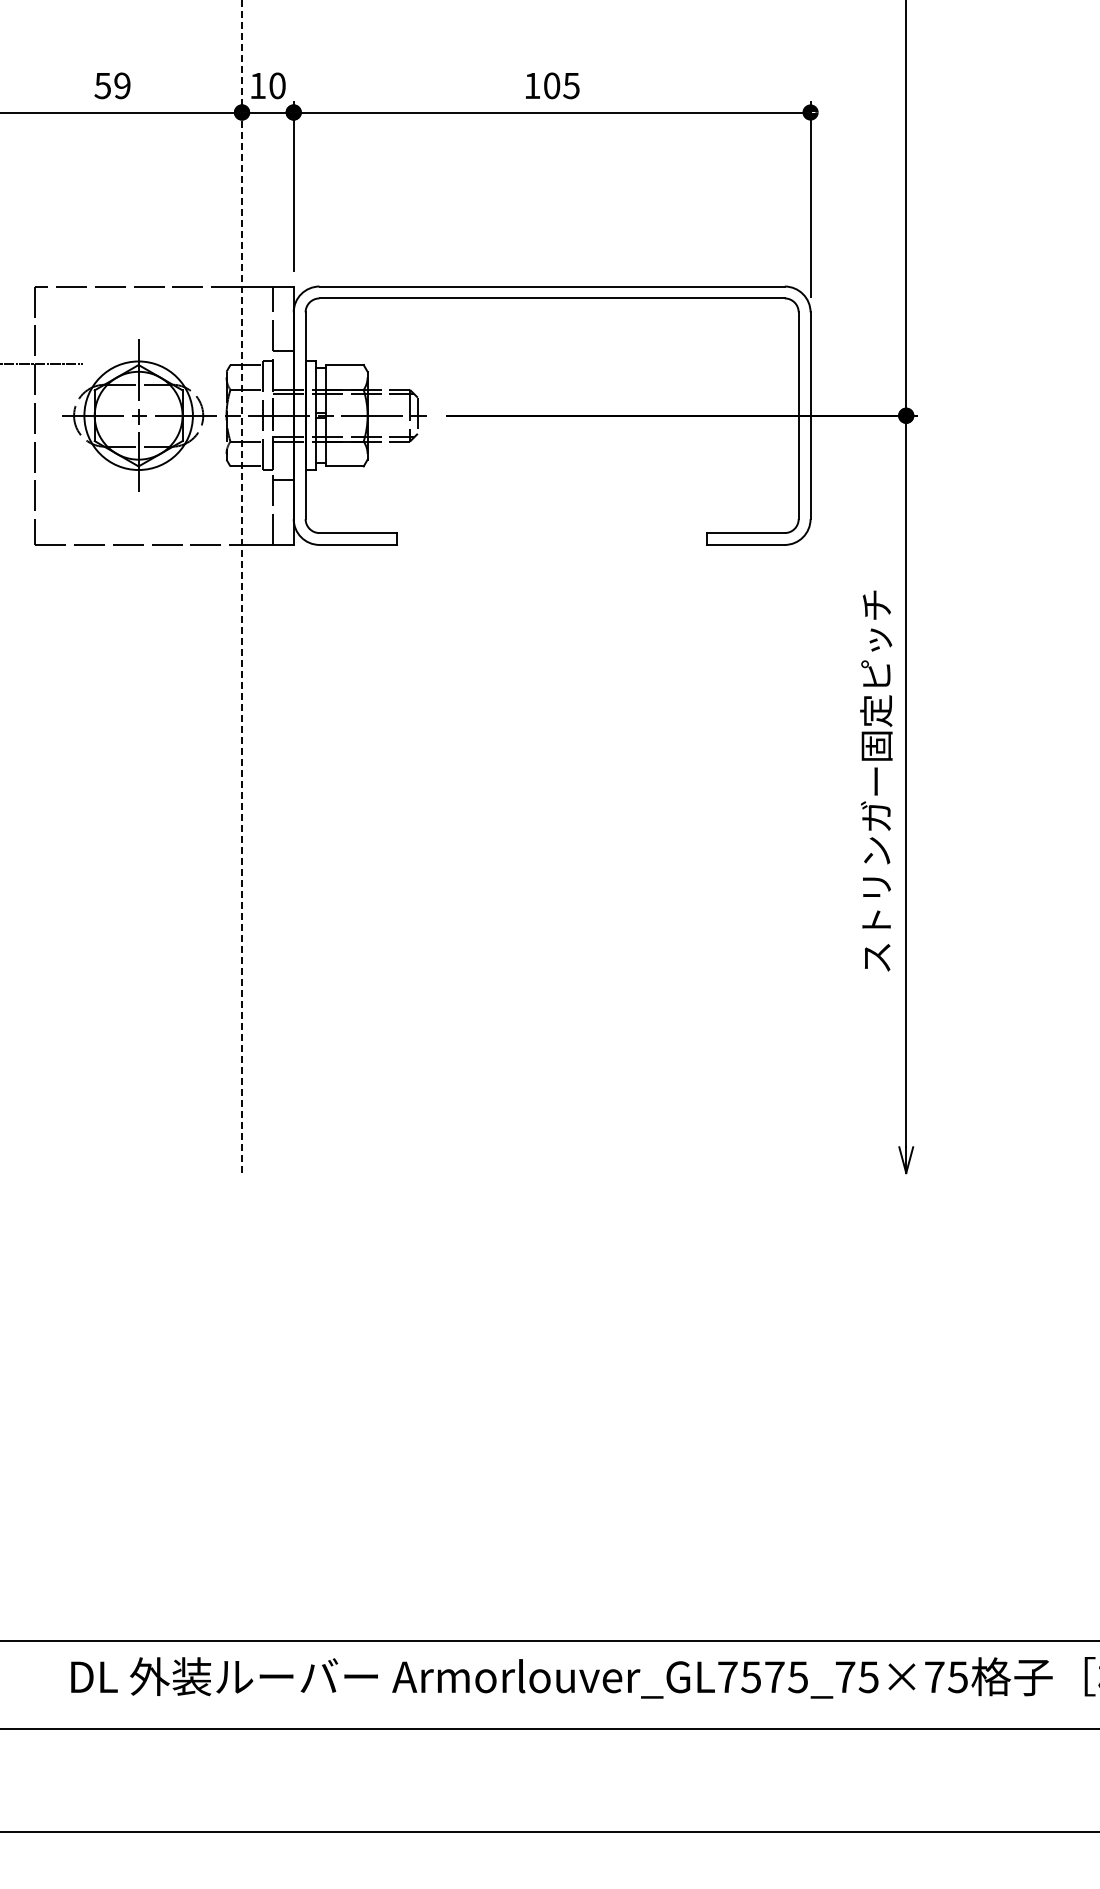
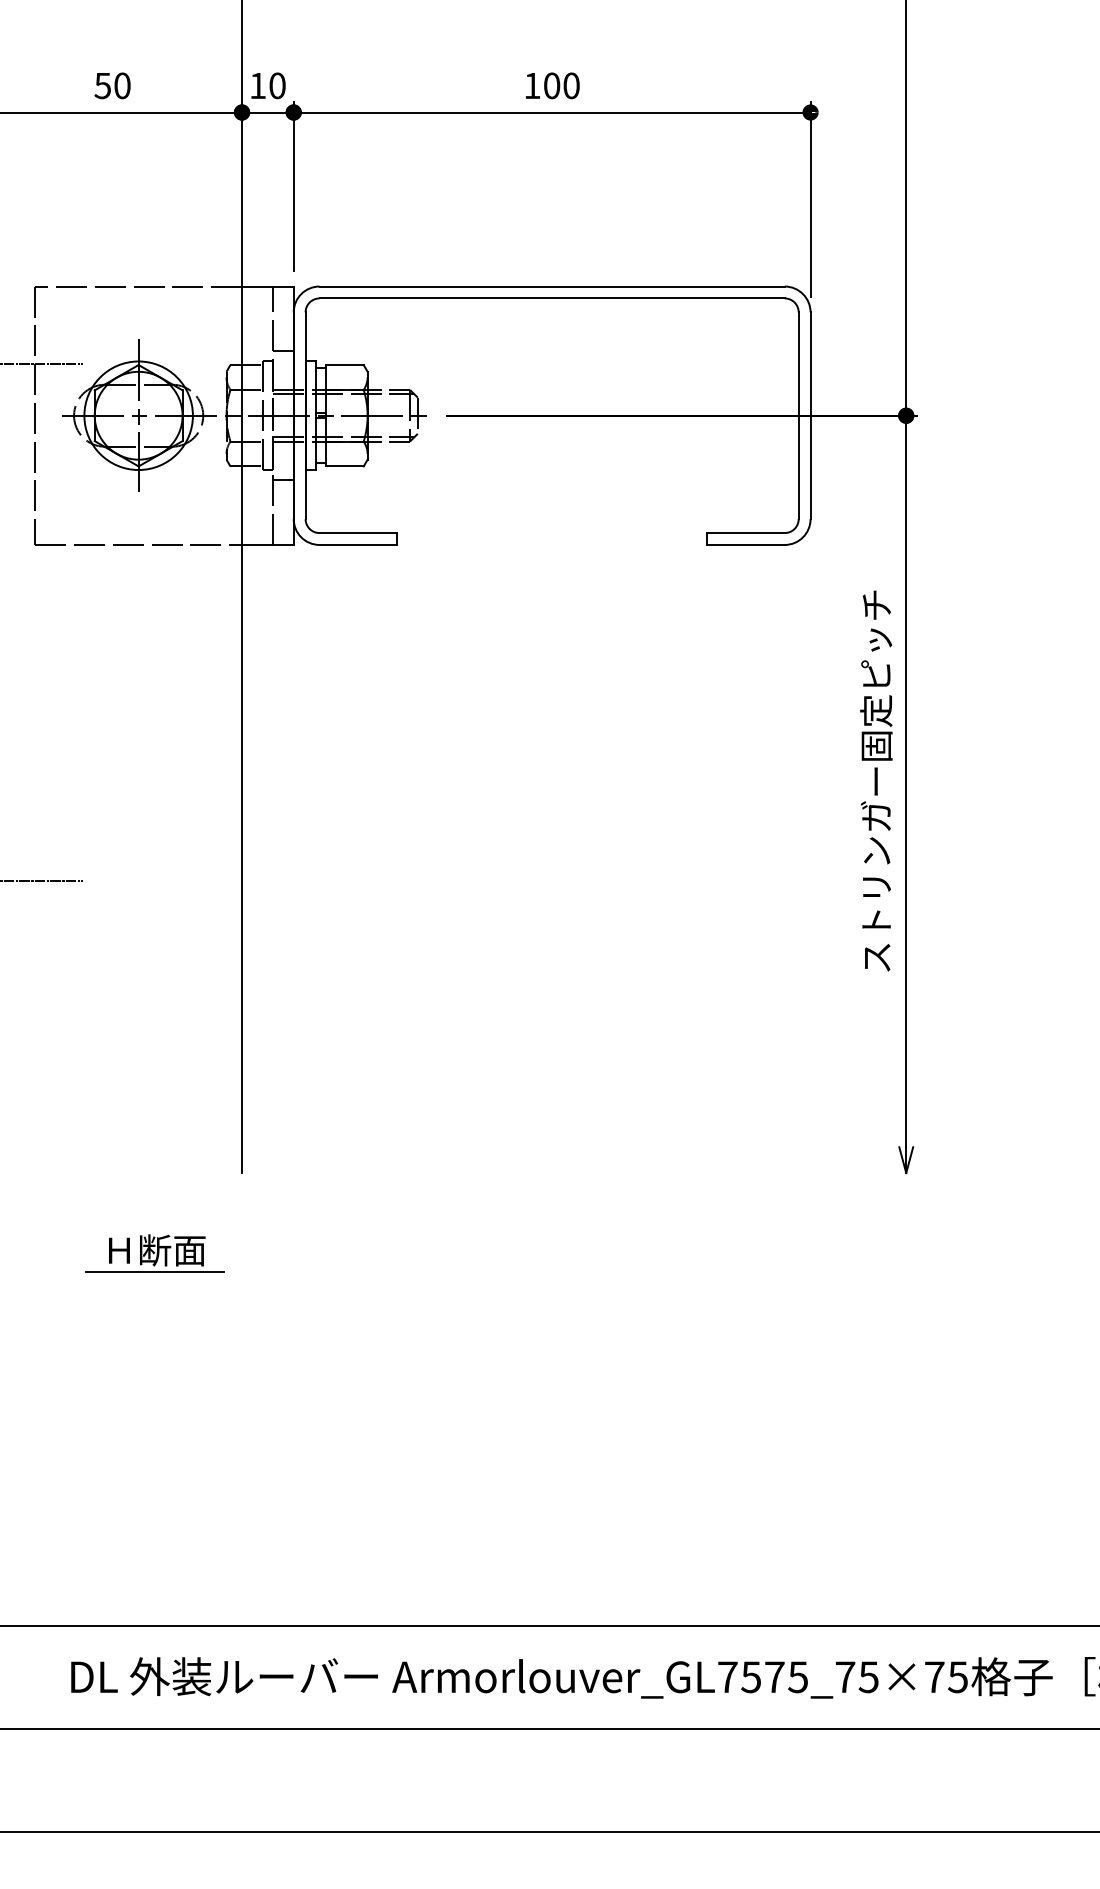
text at (122, 85): 59 -> 50
text at (571, 85): 105 -> 100
line at (242, 586): dashed -> solid
line at (42, 880): none -> present
part at (154, 1253): none -> present
line at (549, 1640) position: (549, 1640) -> (549, 1625)
